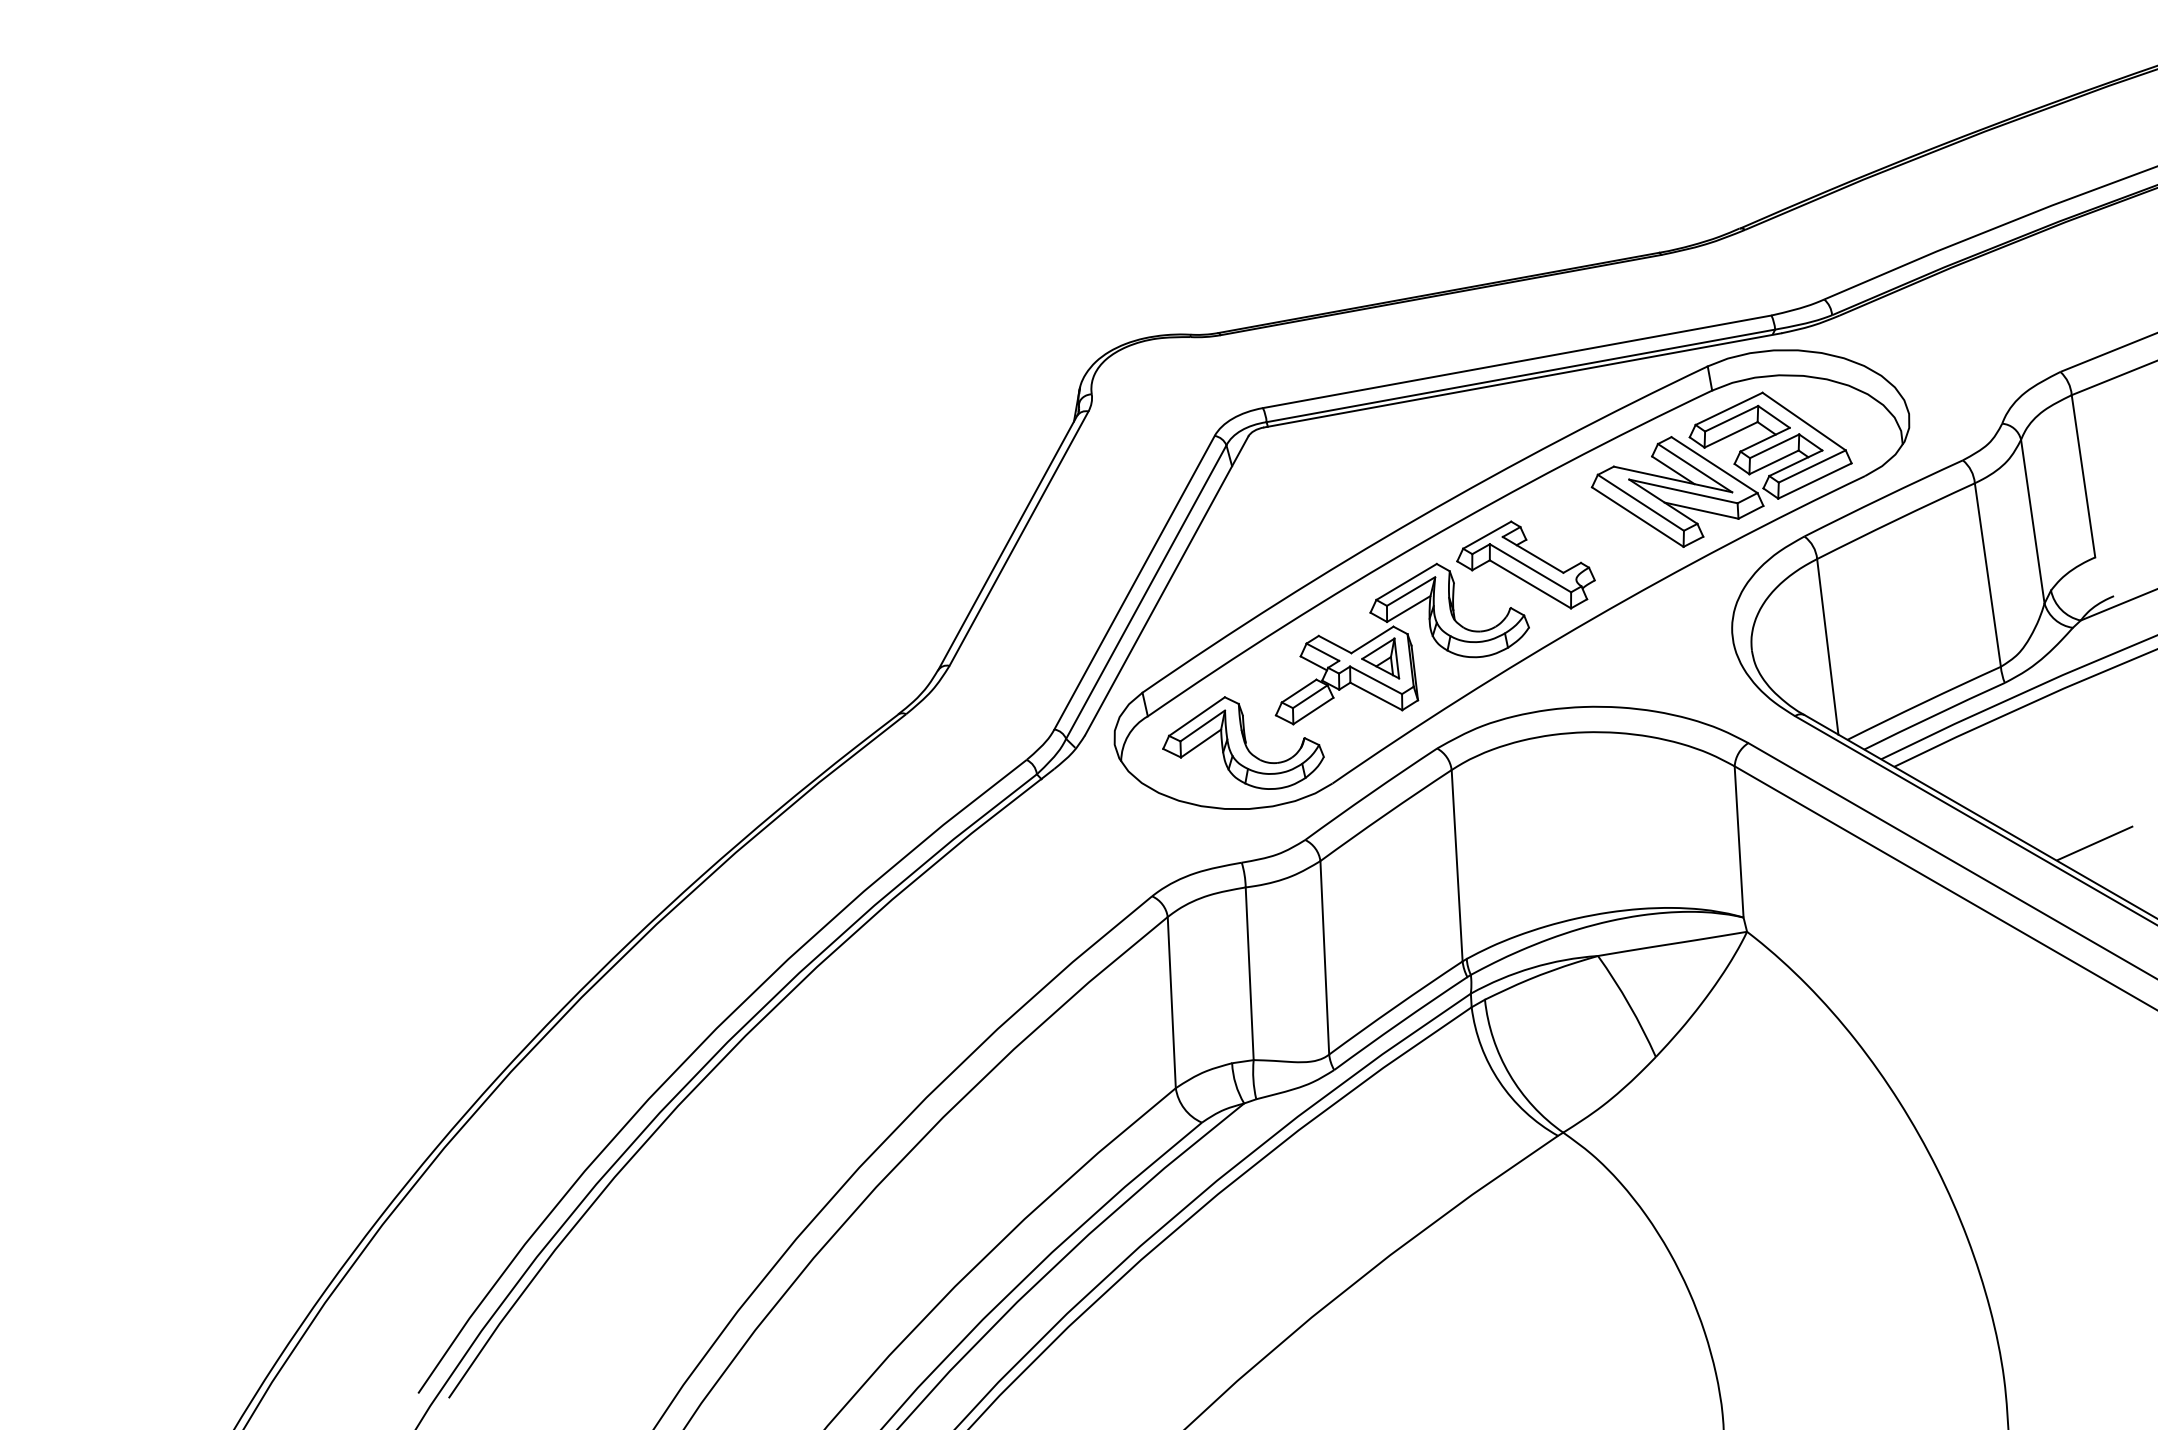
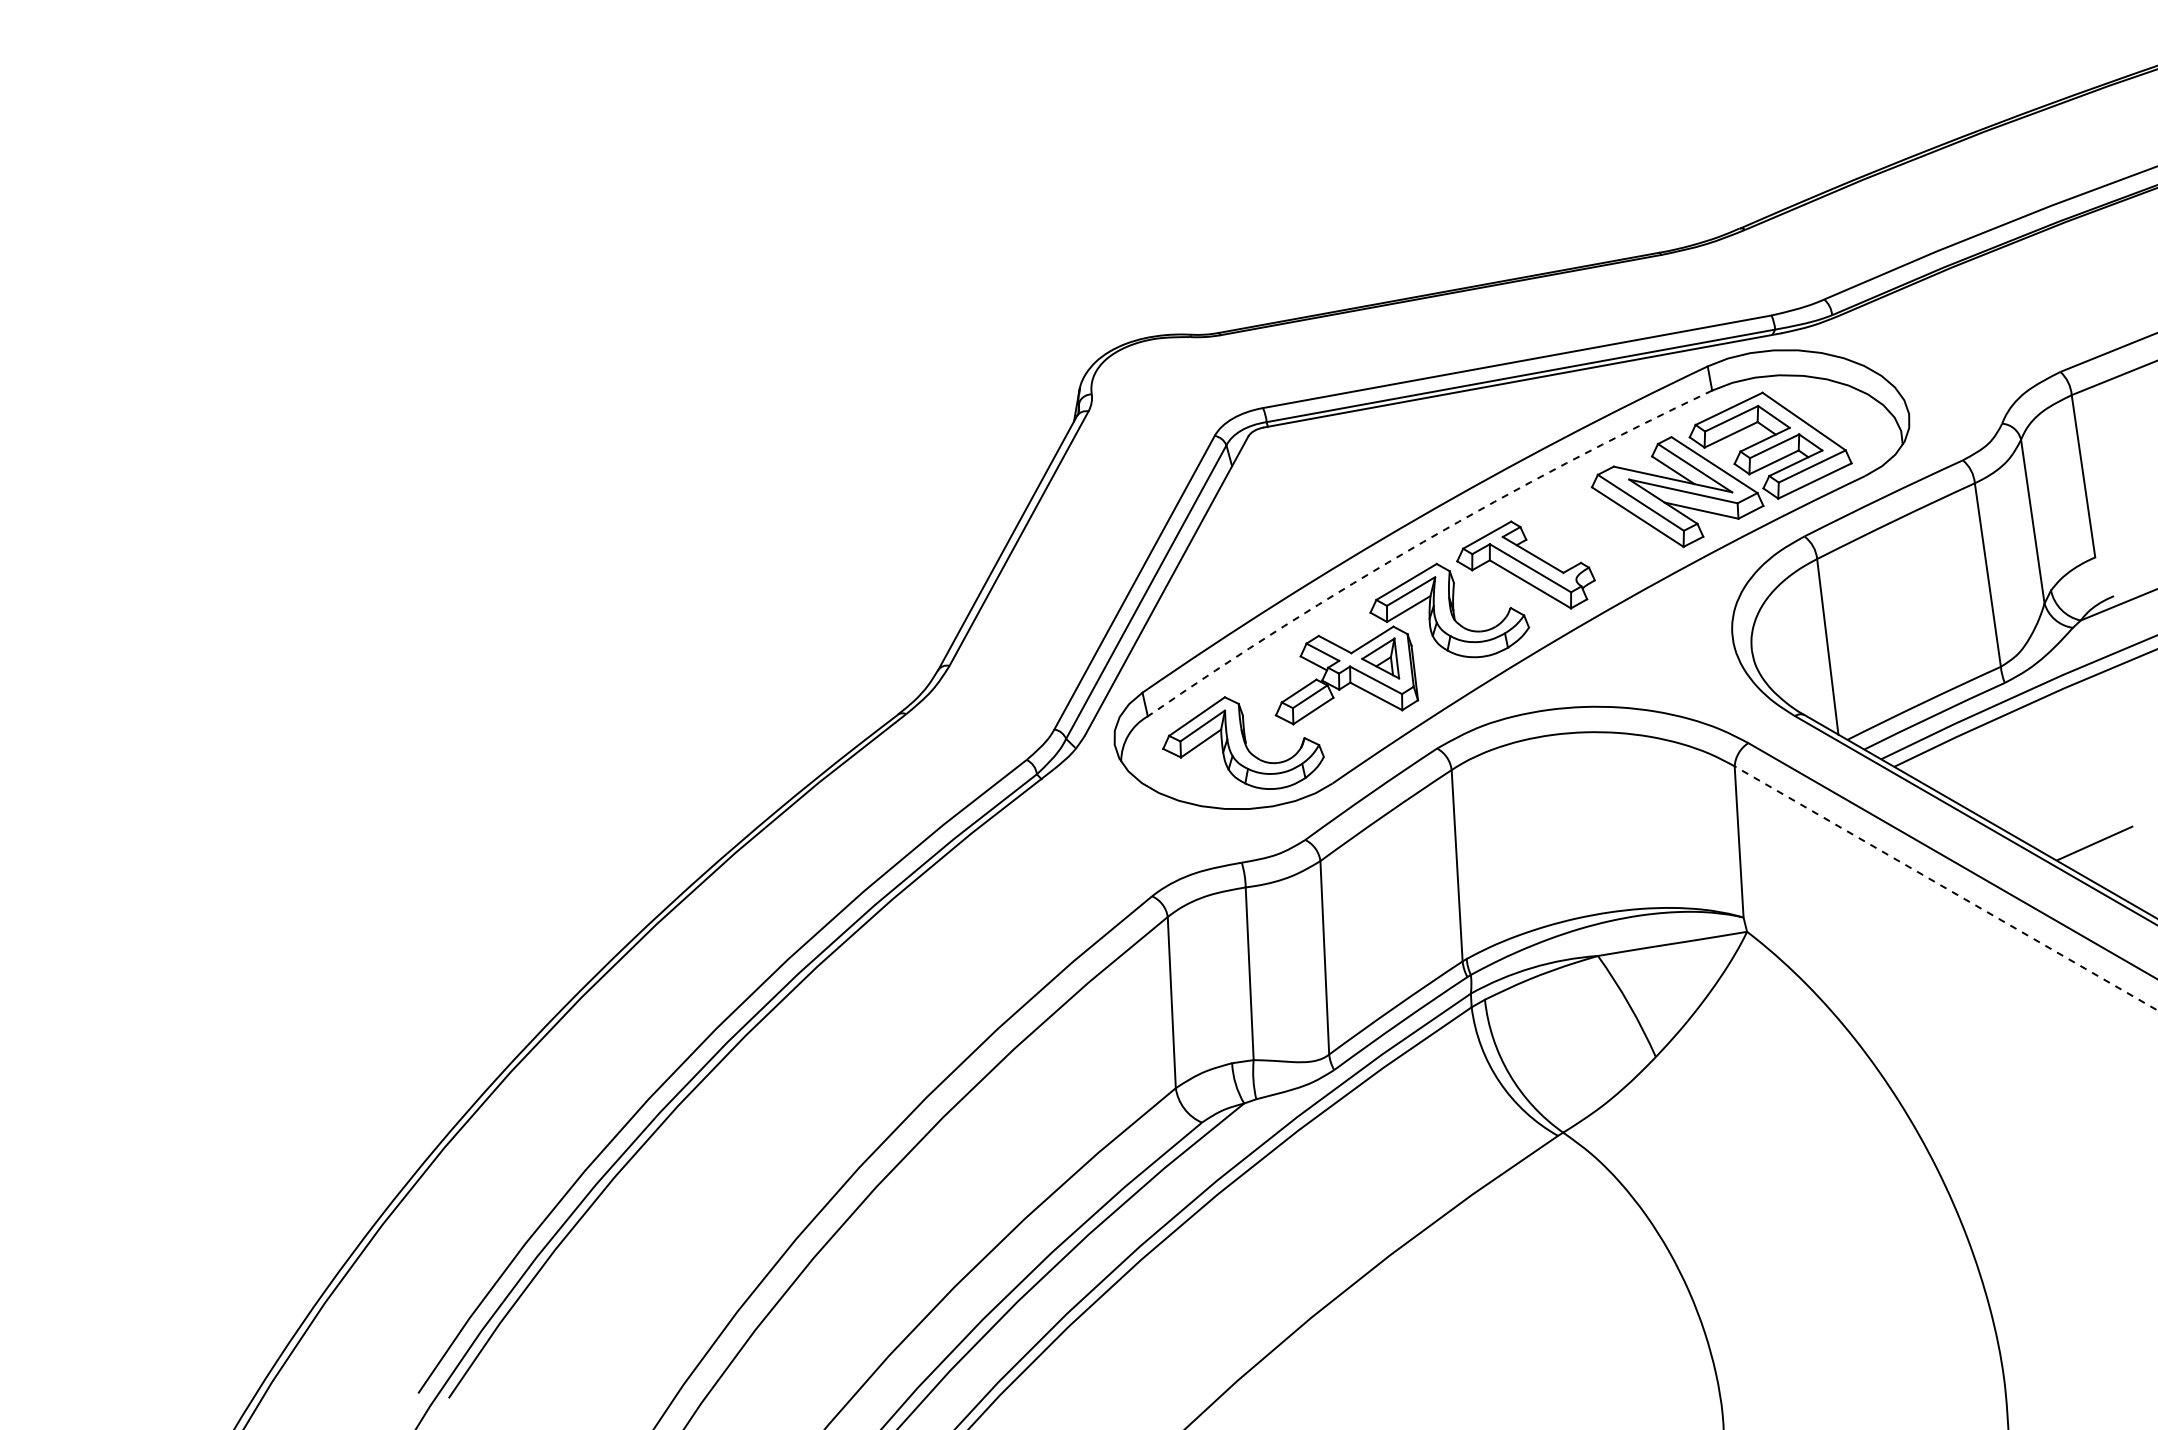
arc at (1423, 542): solid -> dashed
line at (1945, 888): solid -> dashed
